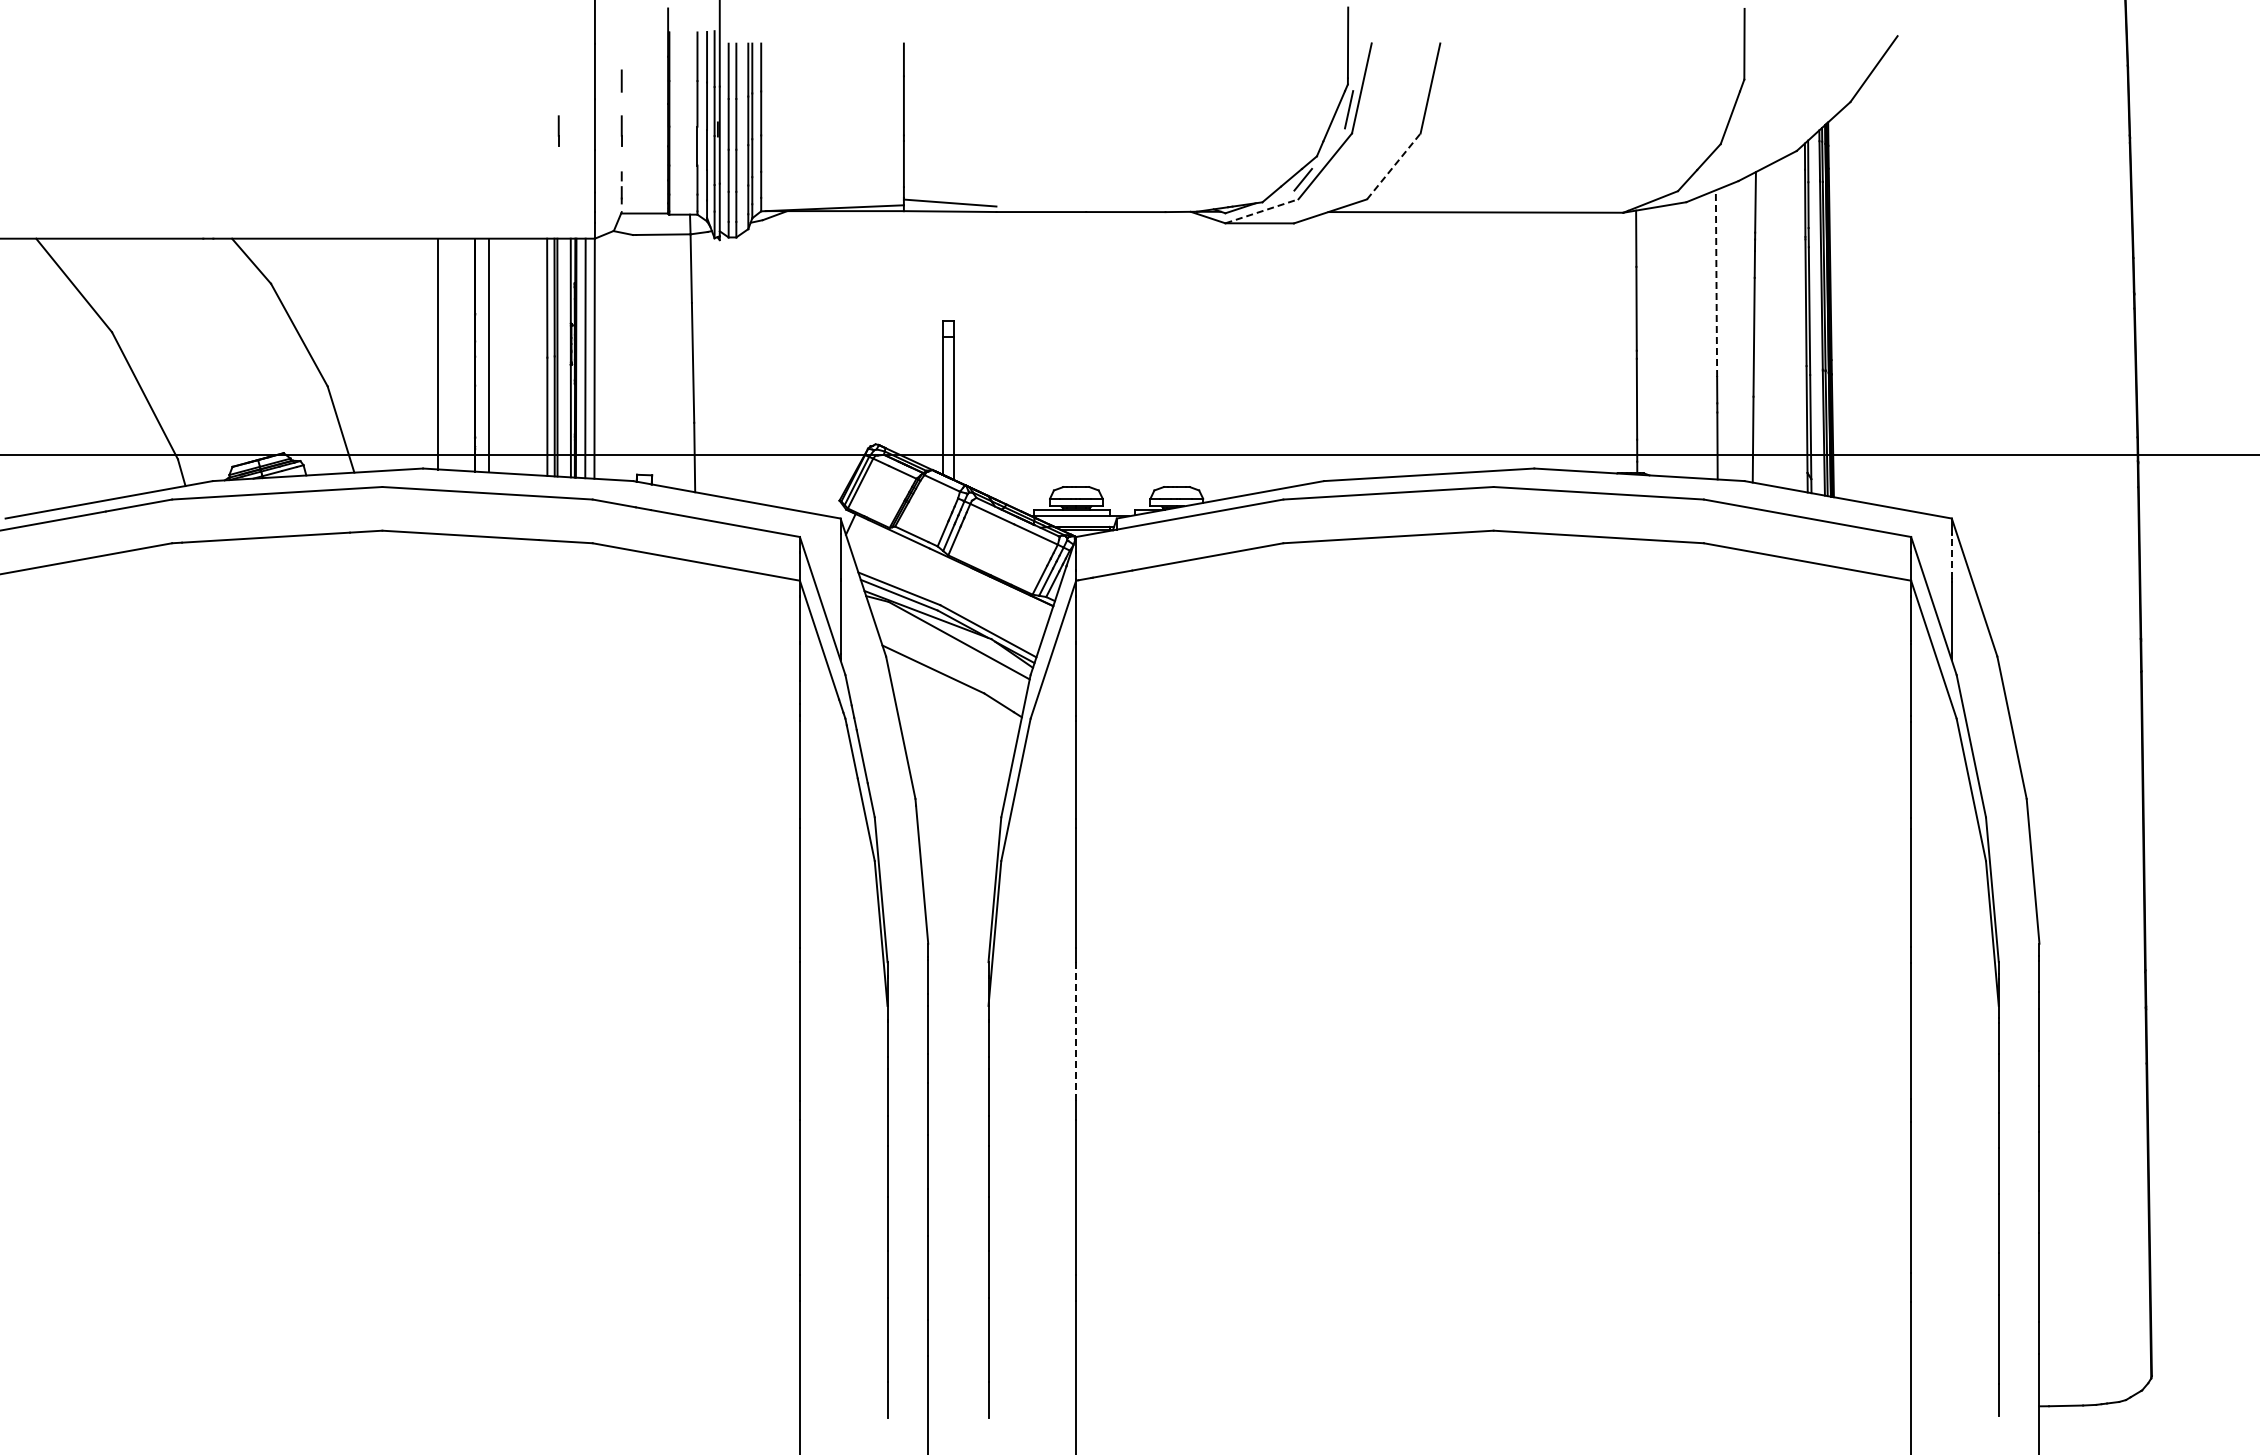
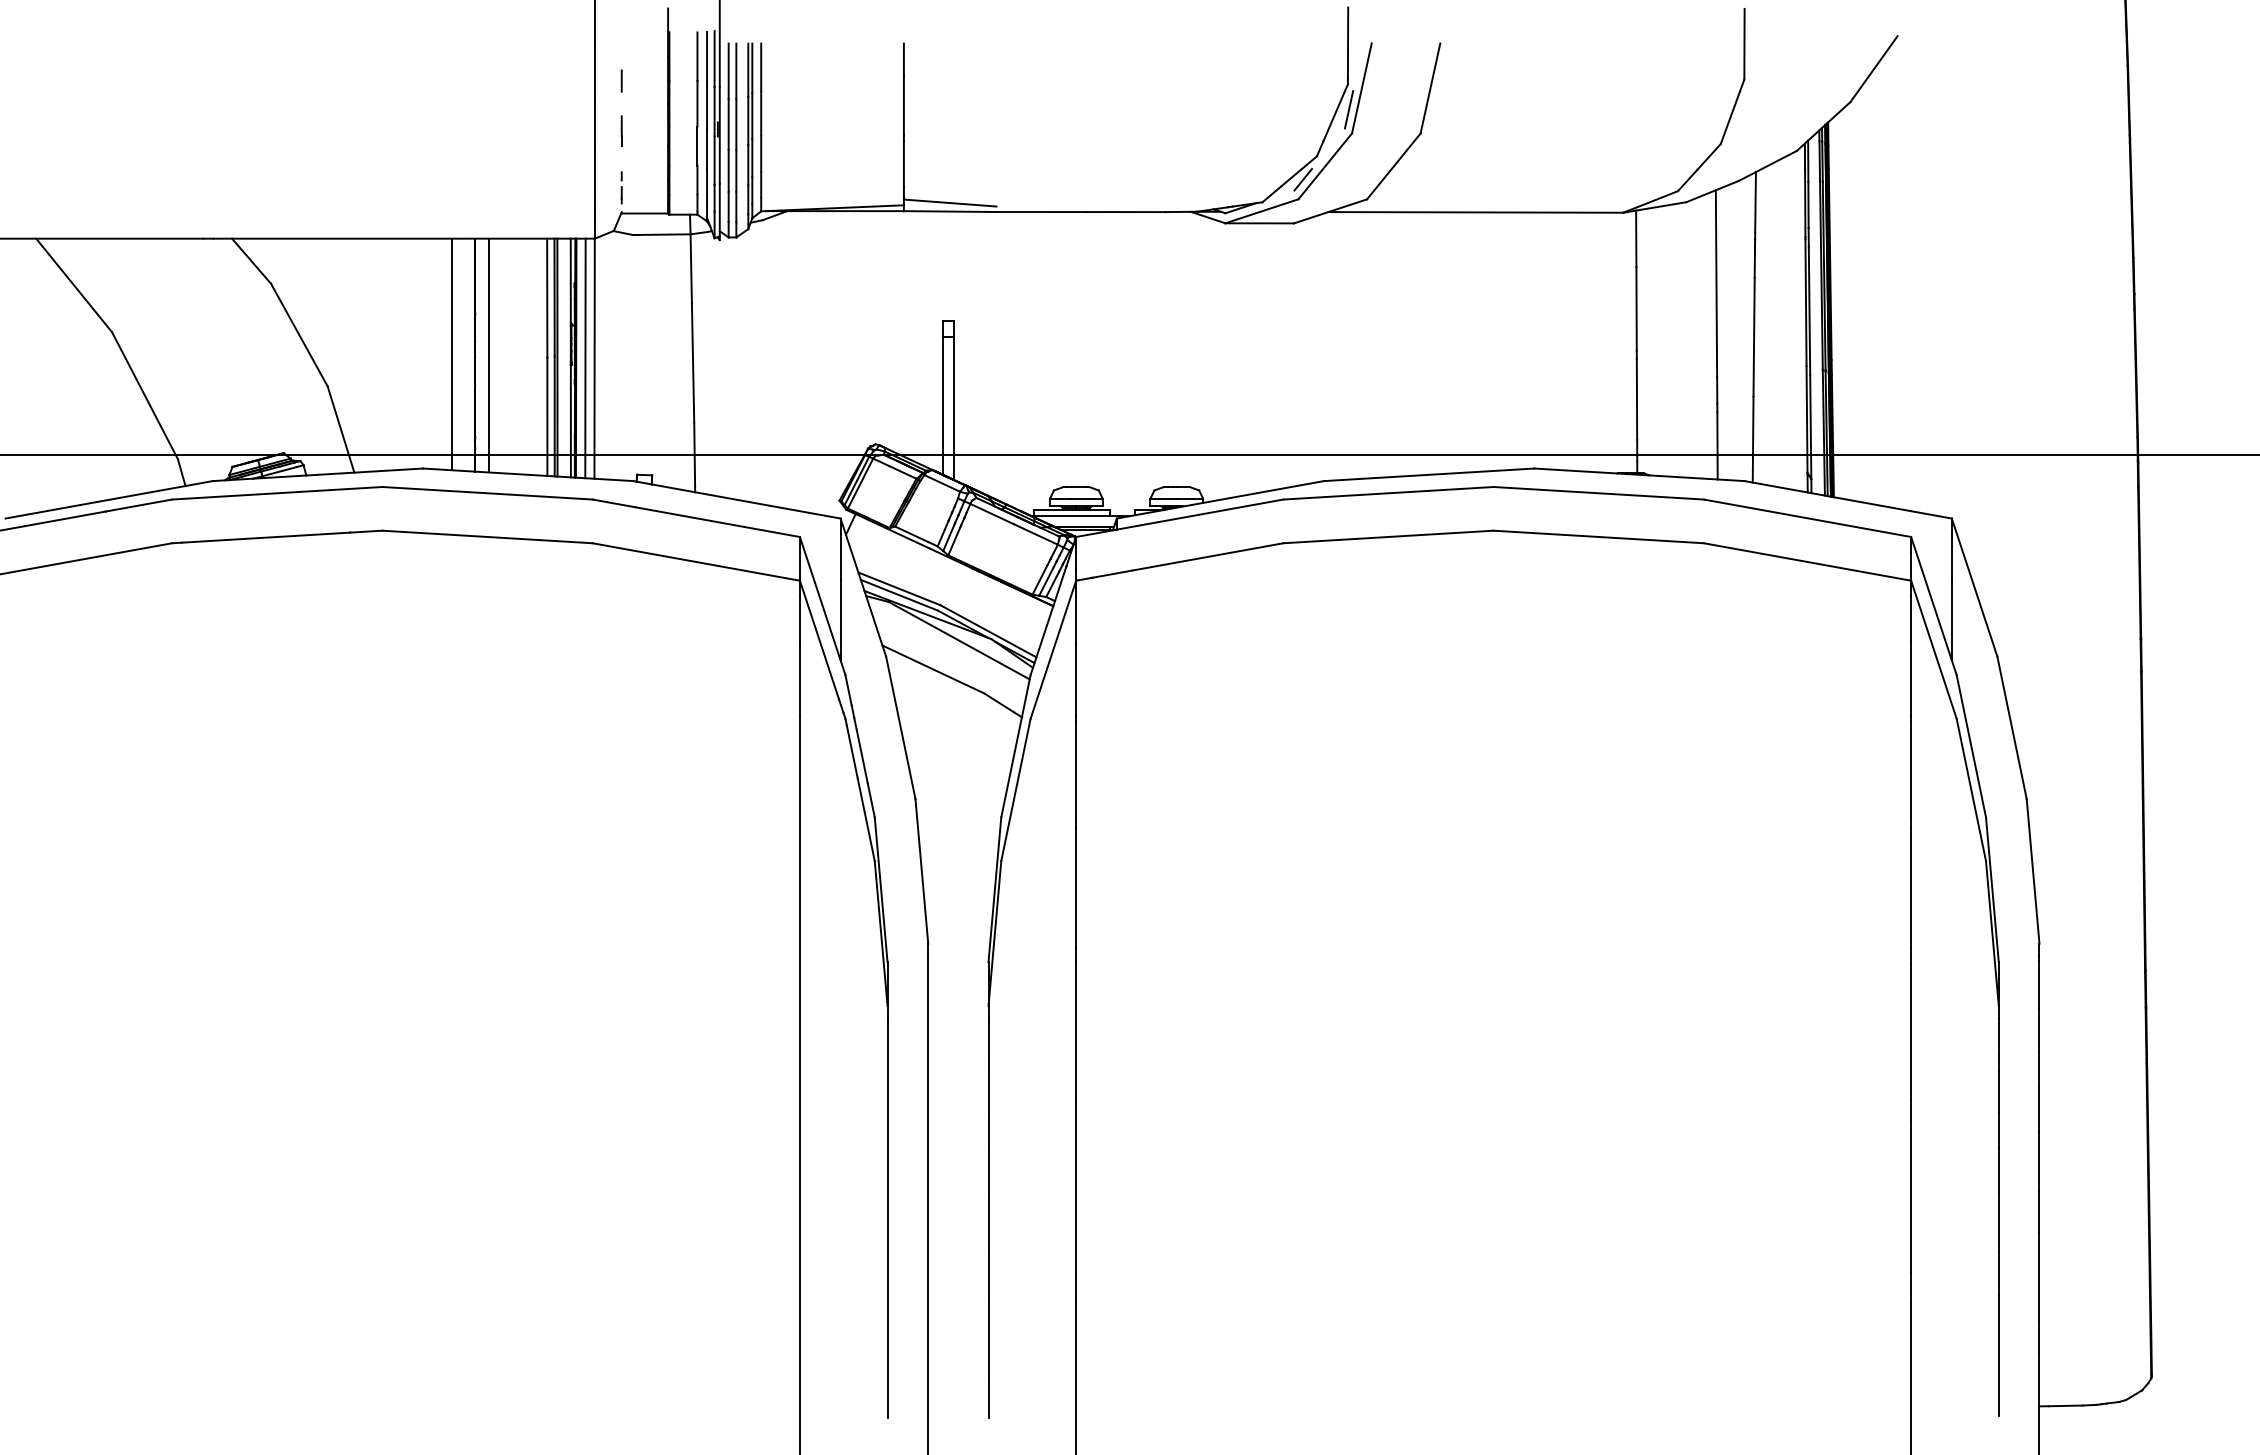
line at (558, 130): present -> none
line at (1394, 166): dashed -> solid
line at (1262, 211): dashed -> solid
line at (1716, 283): dashed -> solid
line at (438, 354) position: (438, 354) -> (452, 354)
line at (1951, 556): dashed -> solid
line at (1076, 1031): dashed -> solid
